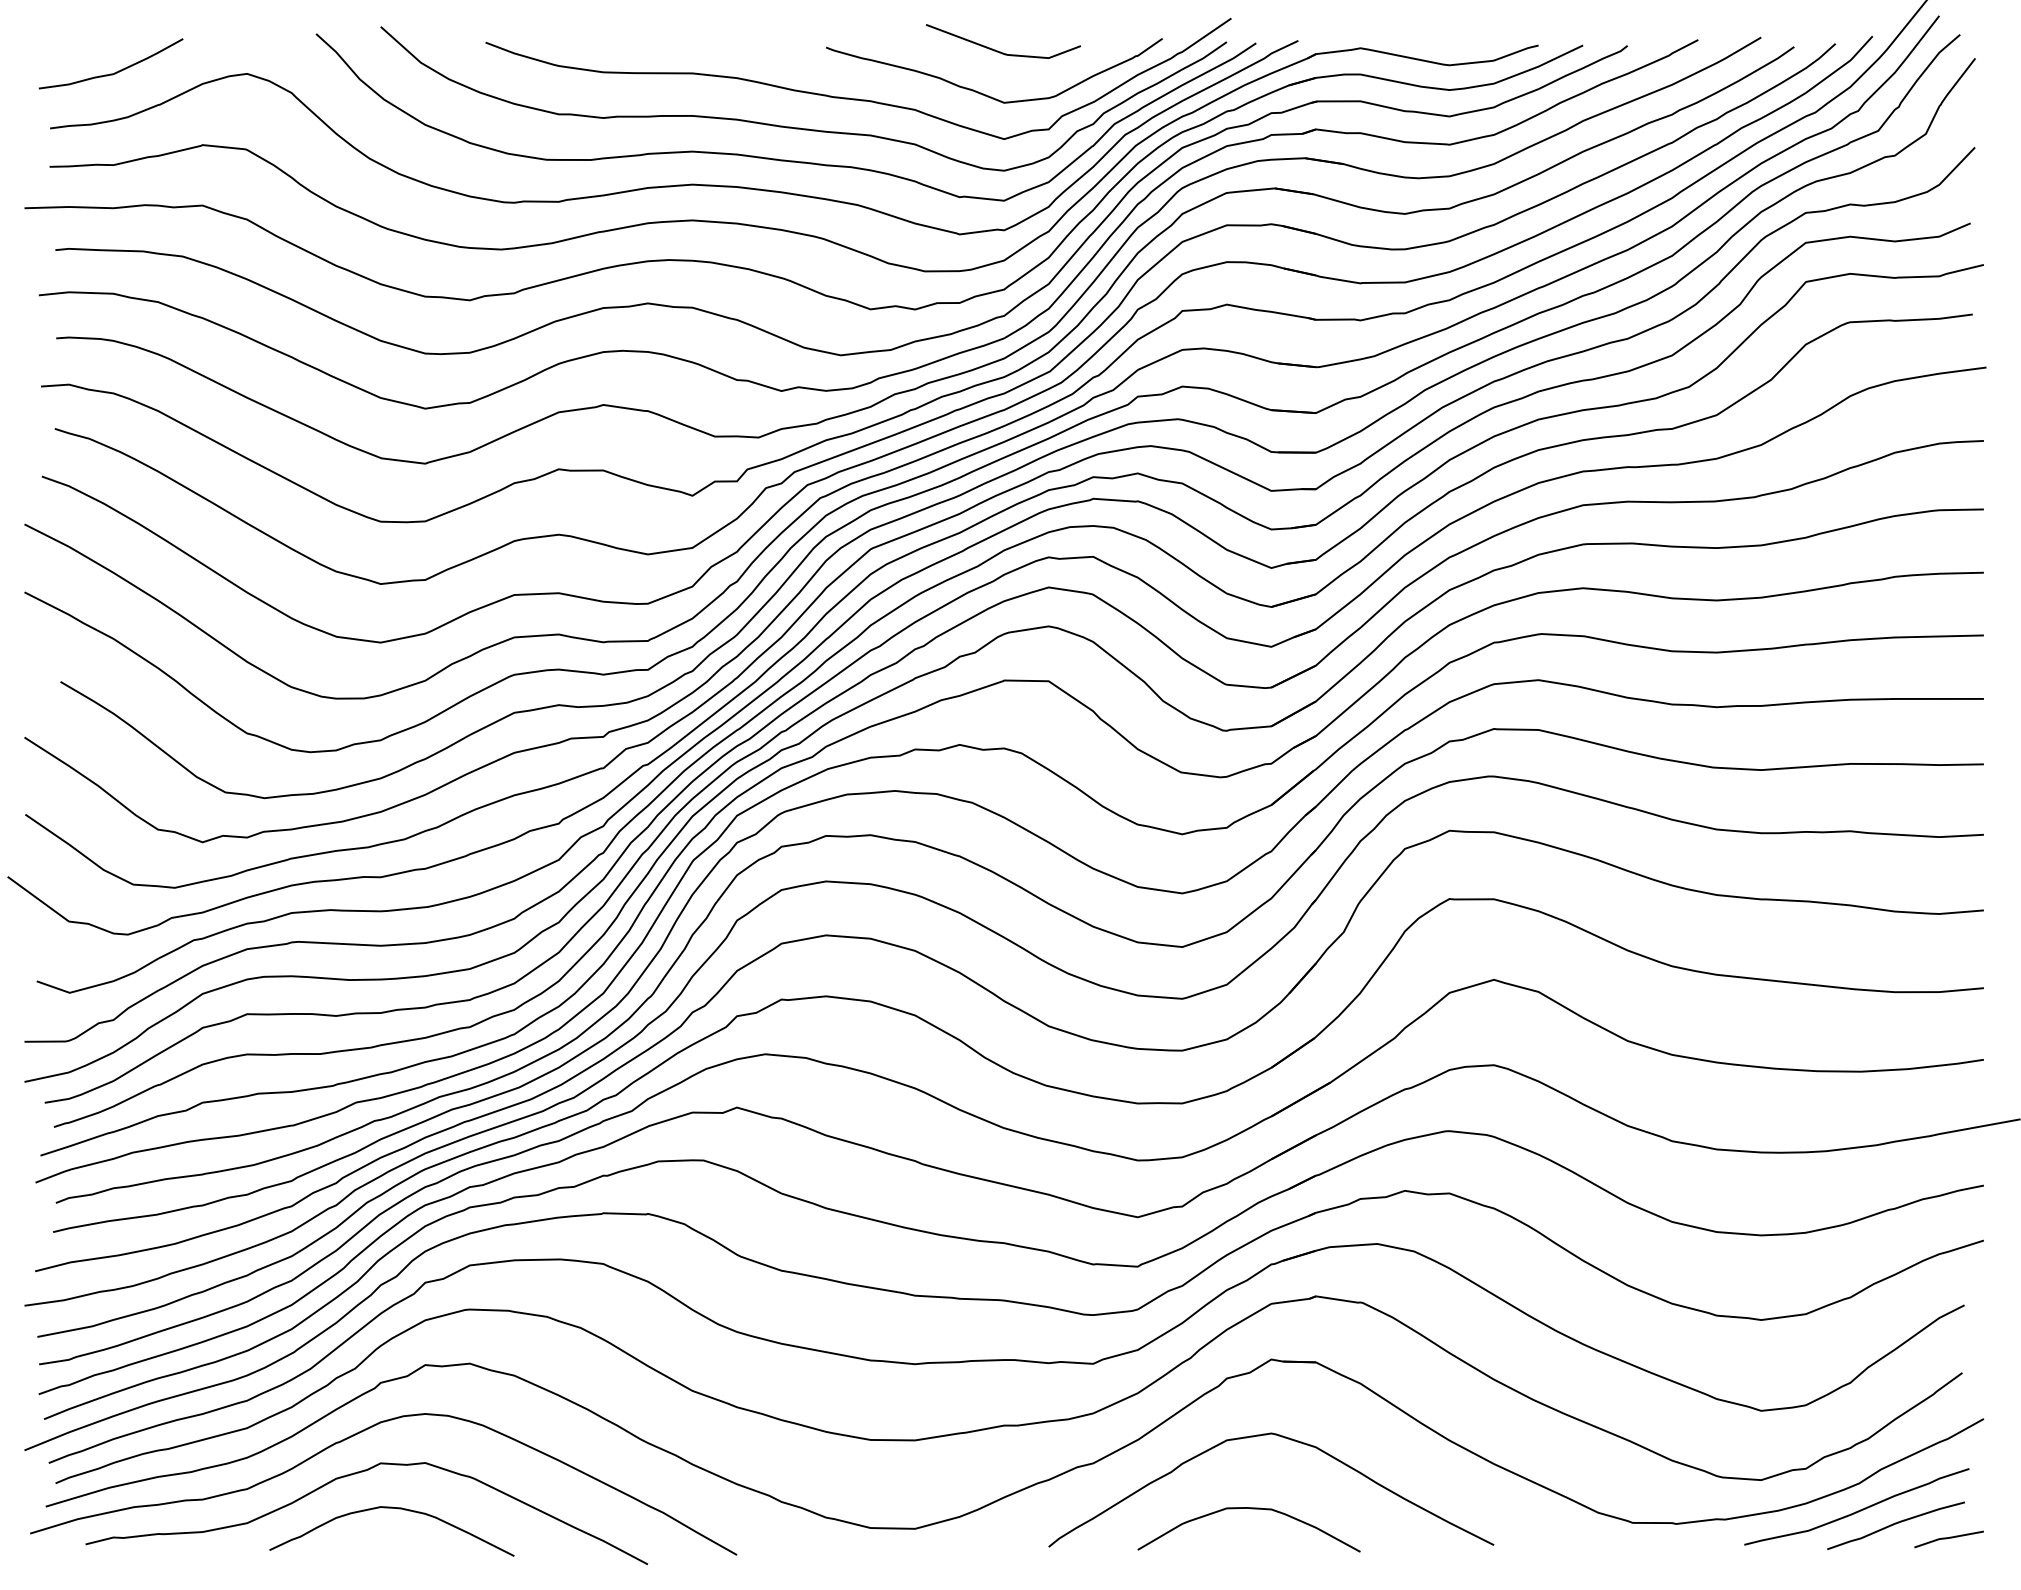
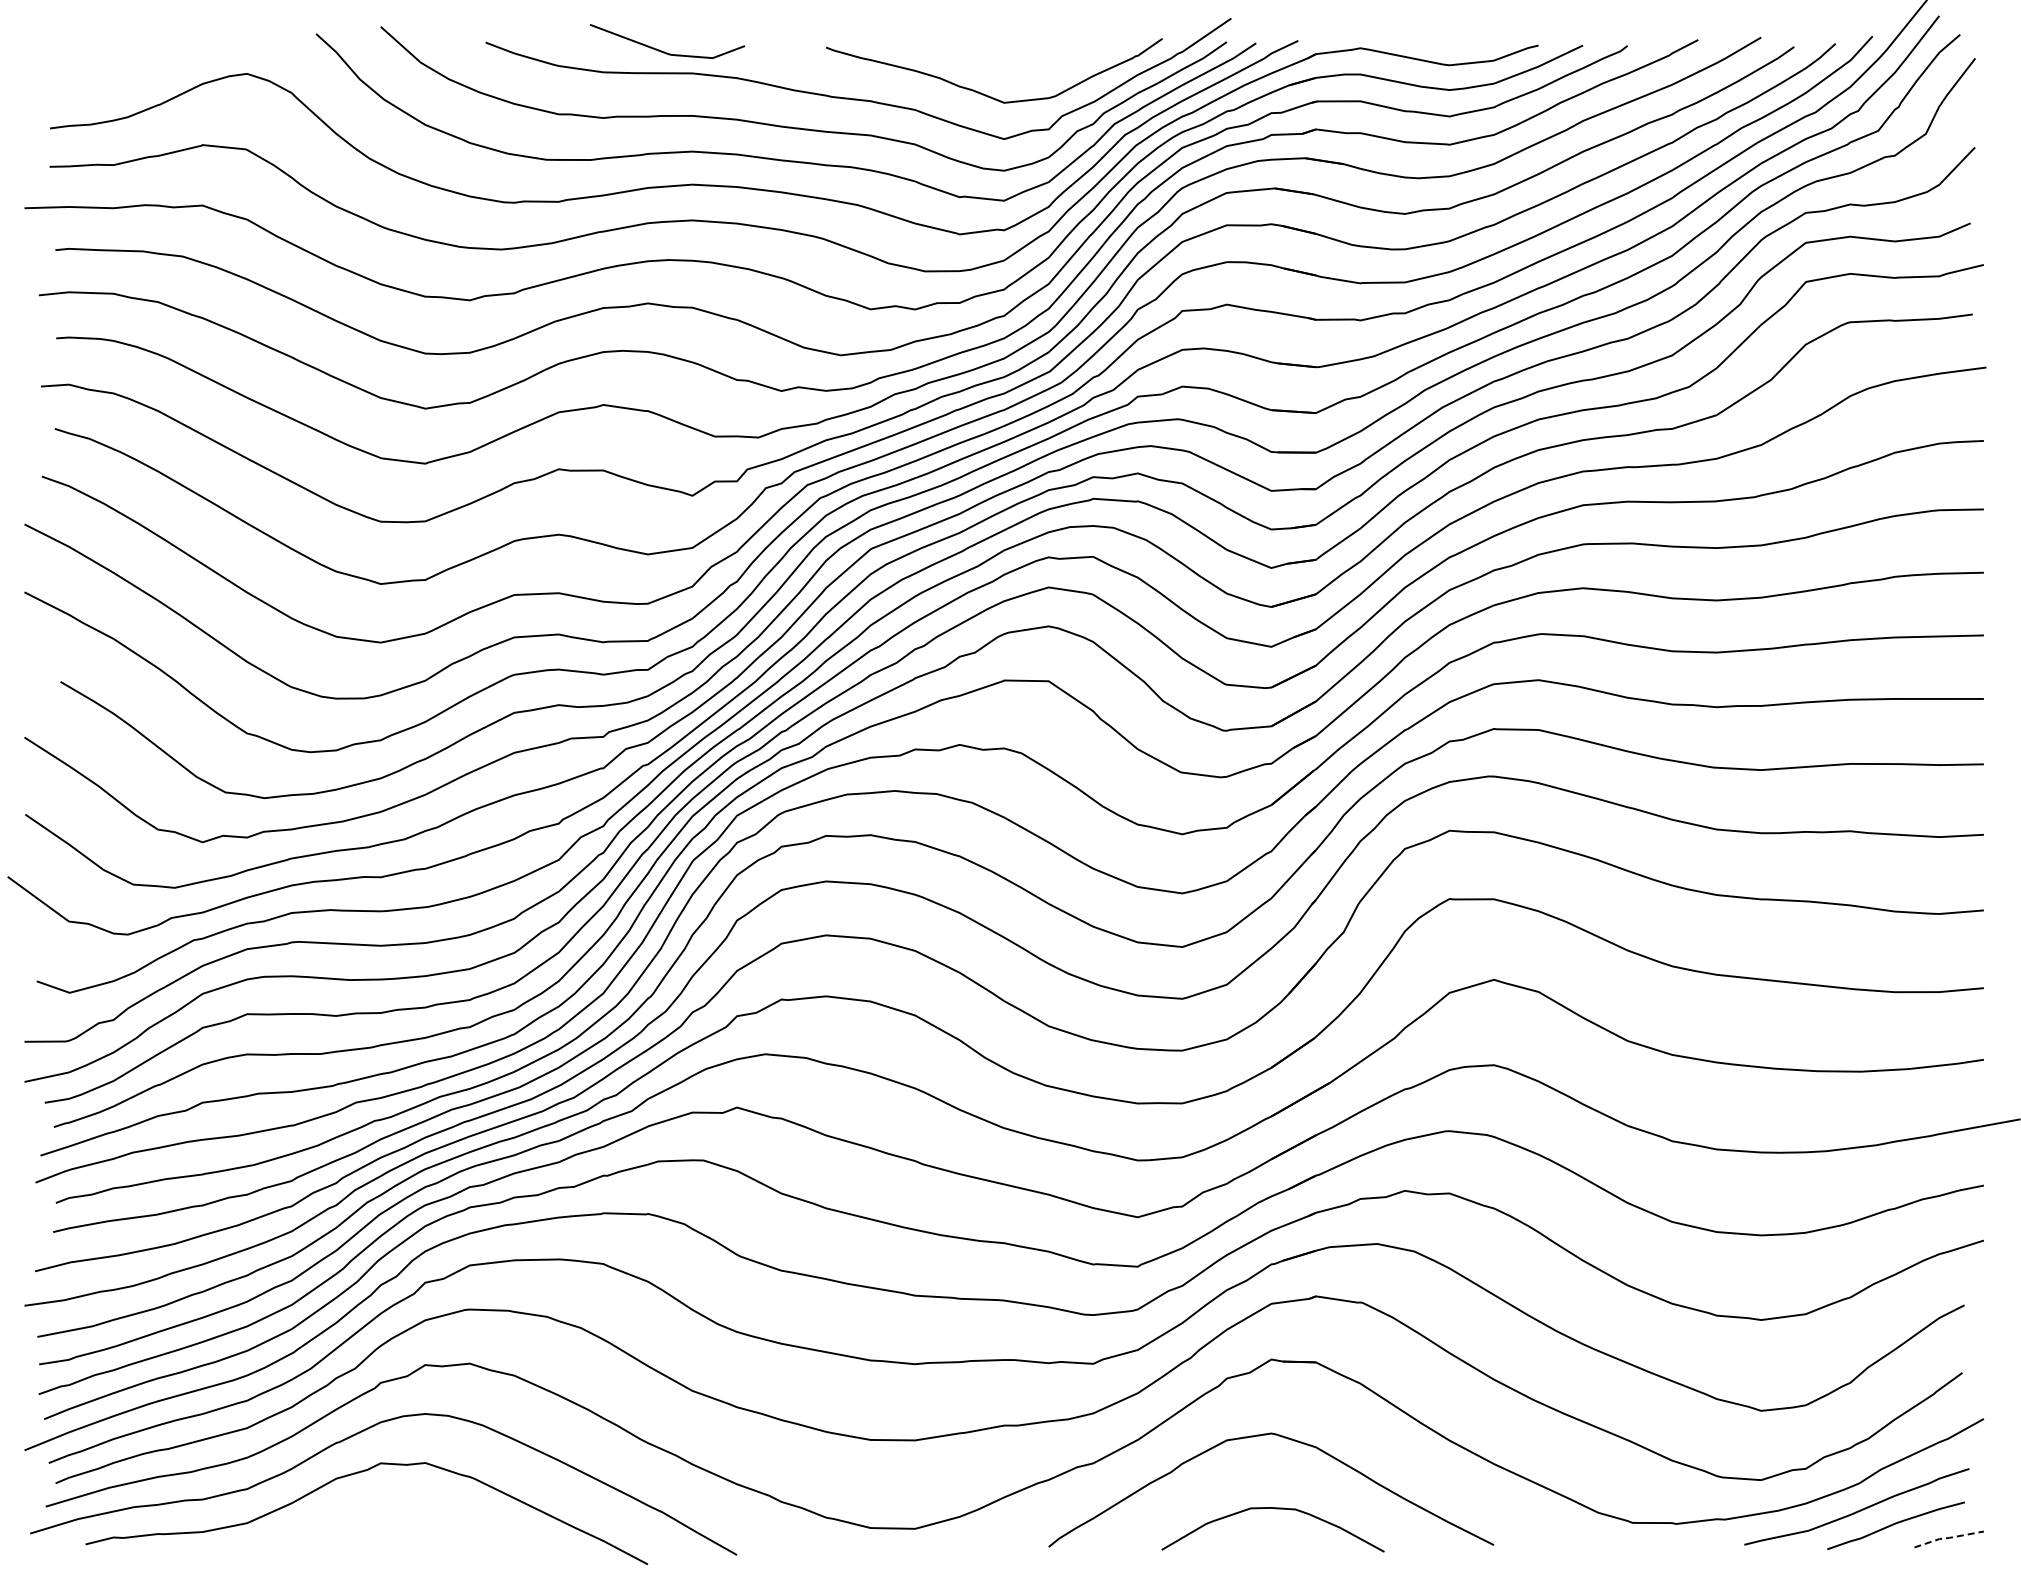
line at (998, 50) position: (998, 50) -> (662, 50)
curve at (114, 72): present -> none
curve at (391, 1508): present -> none
curve at (1250, 1509) position: (1250, 1509) -> (1274, 1509)
line at (1948, 1538): solid -> dashed
